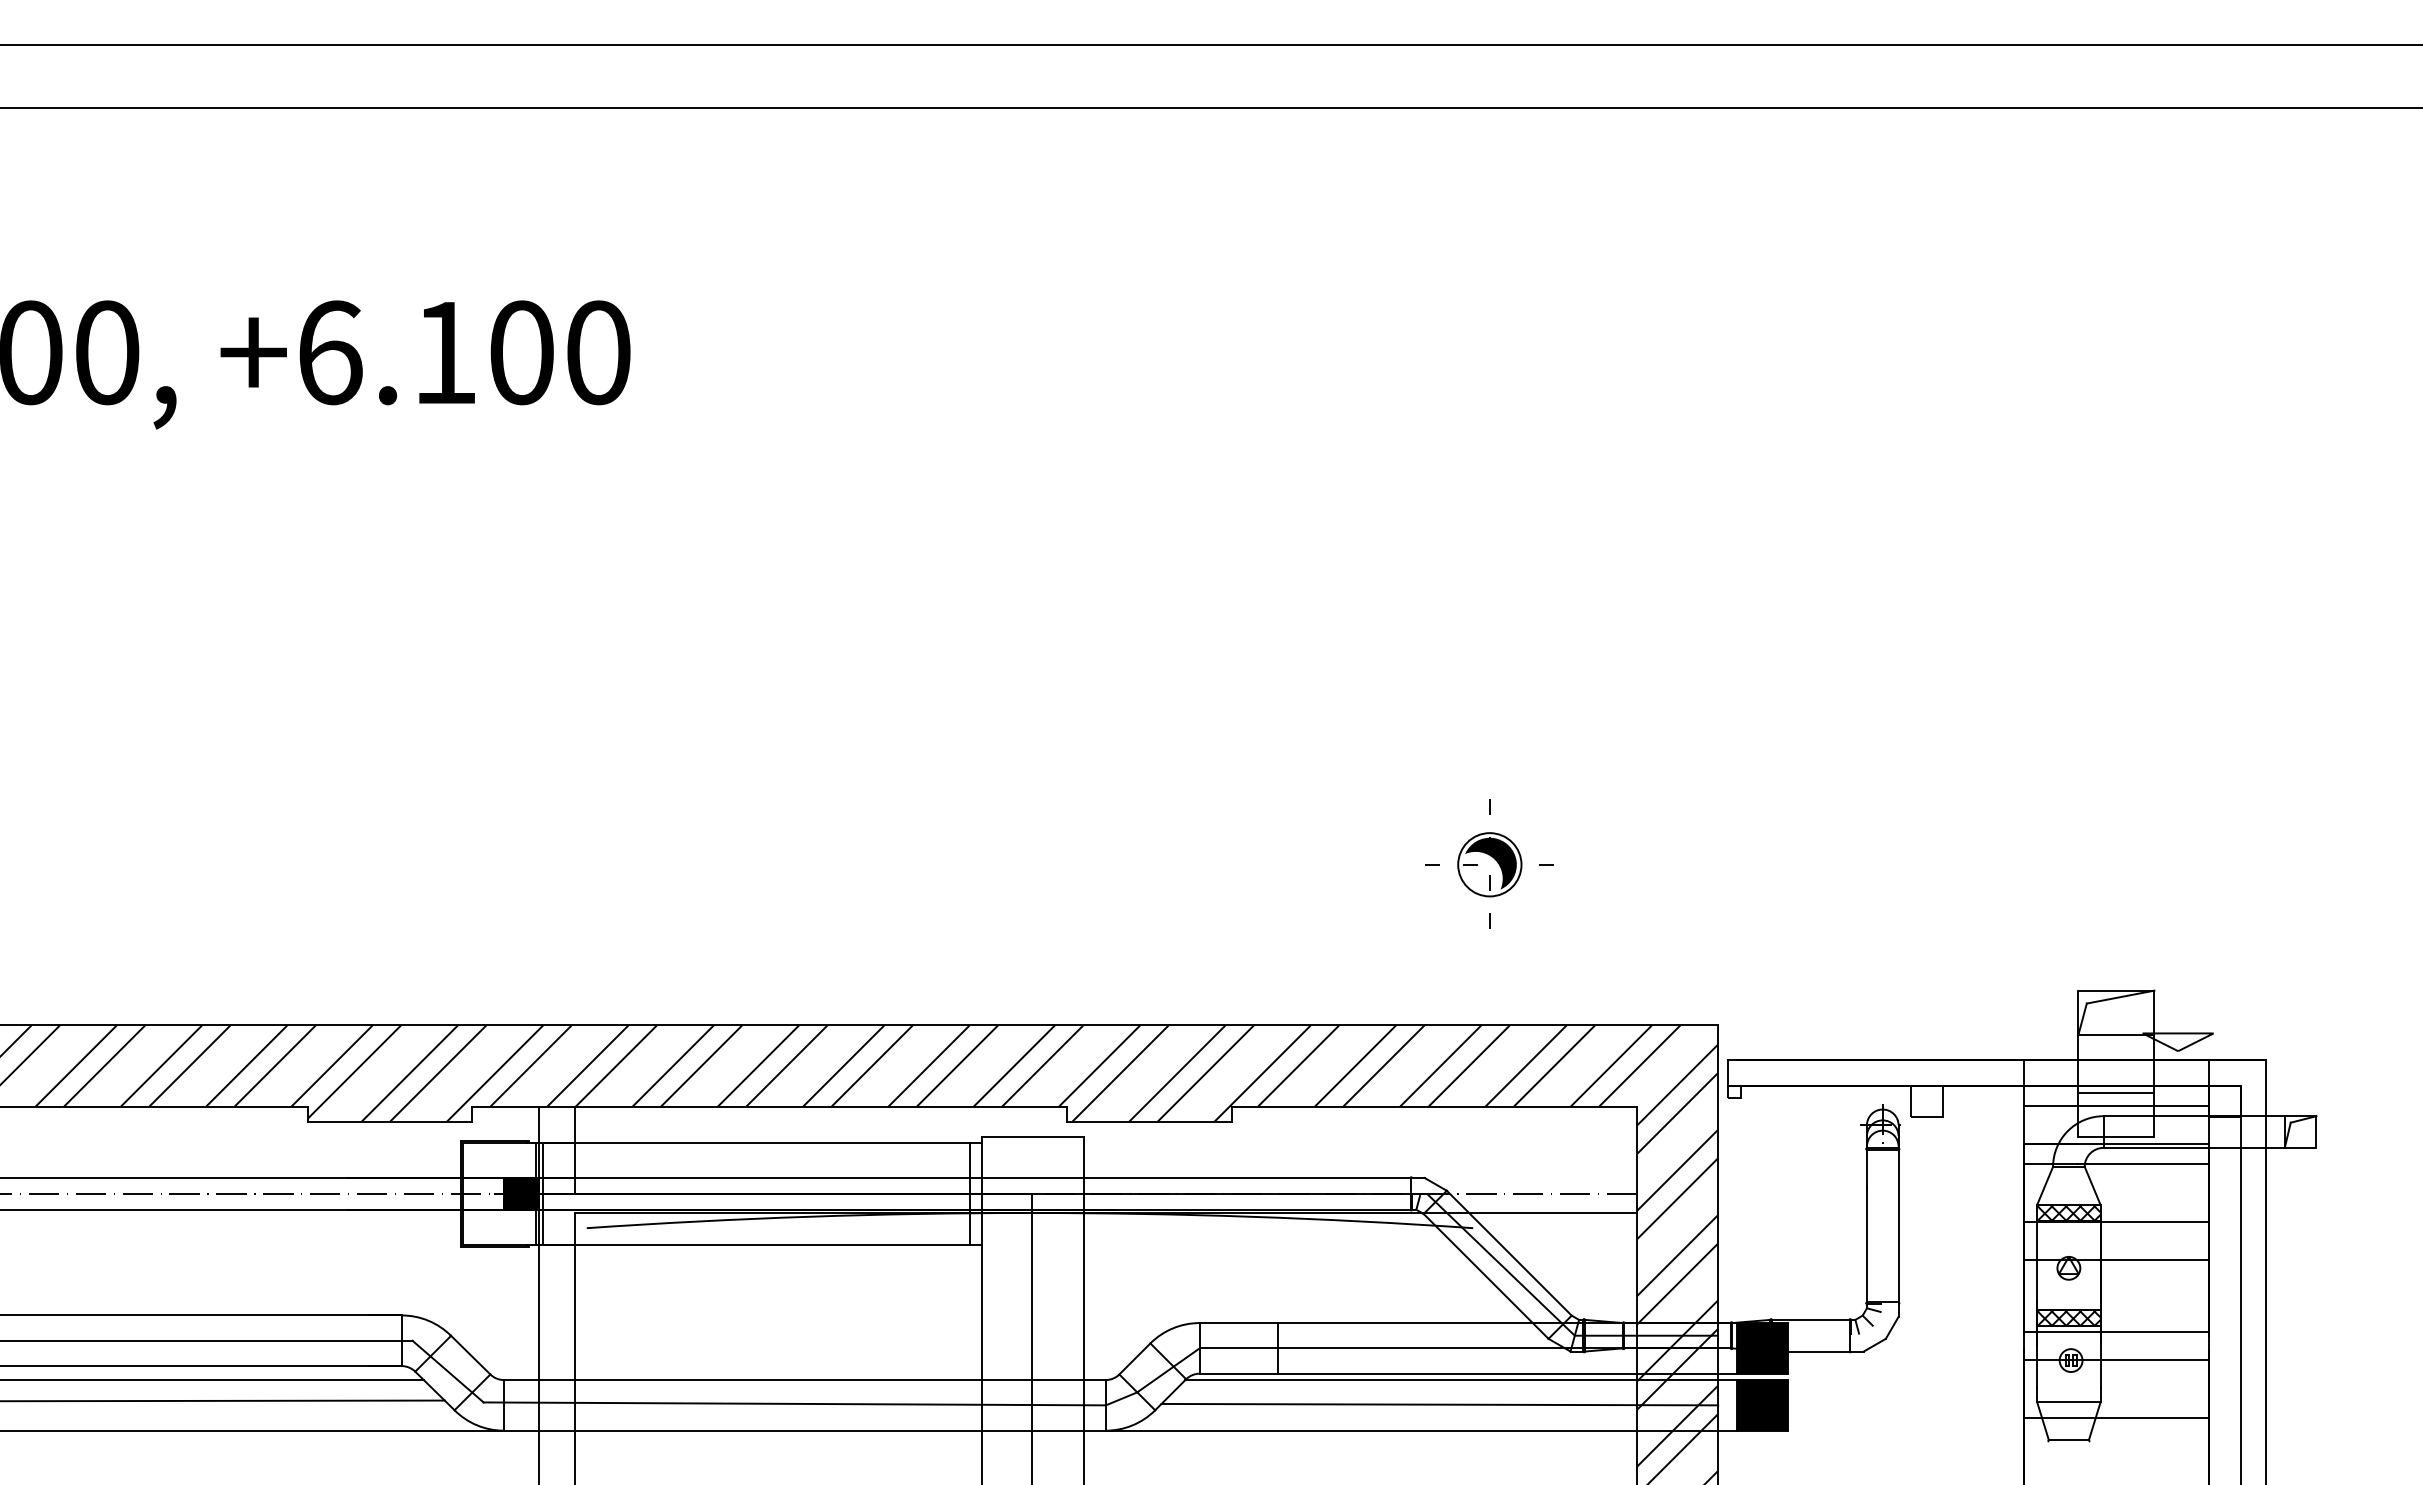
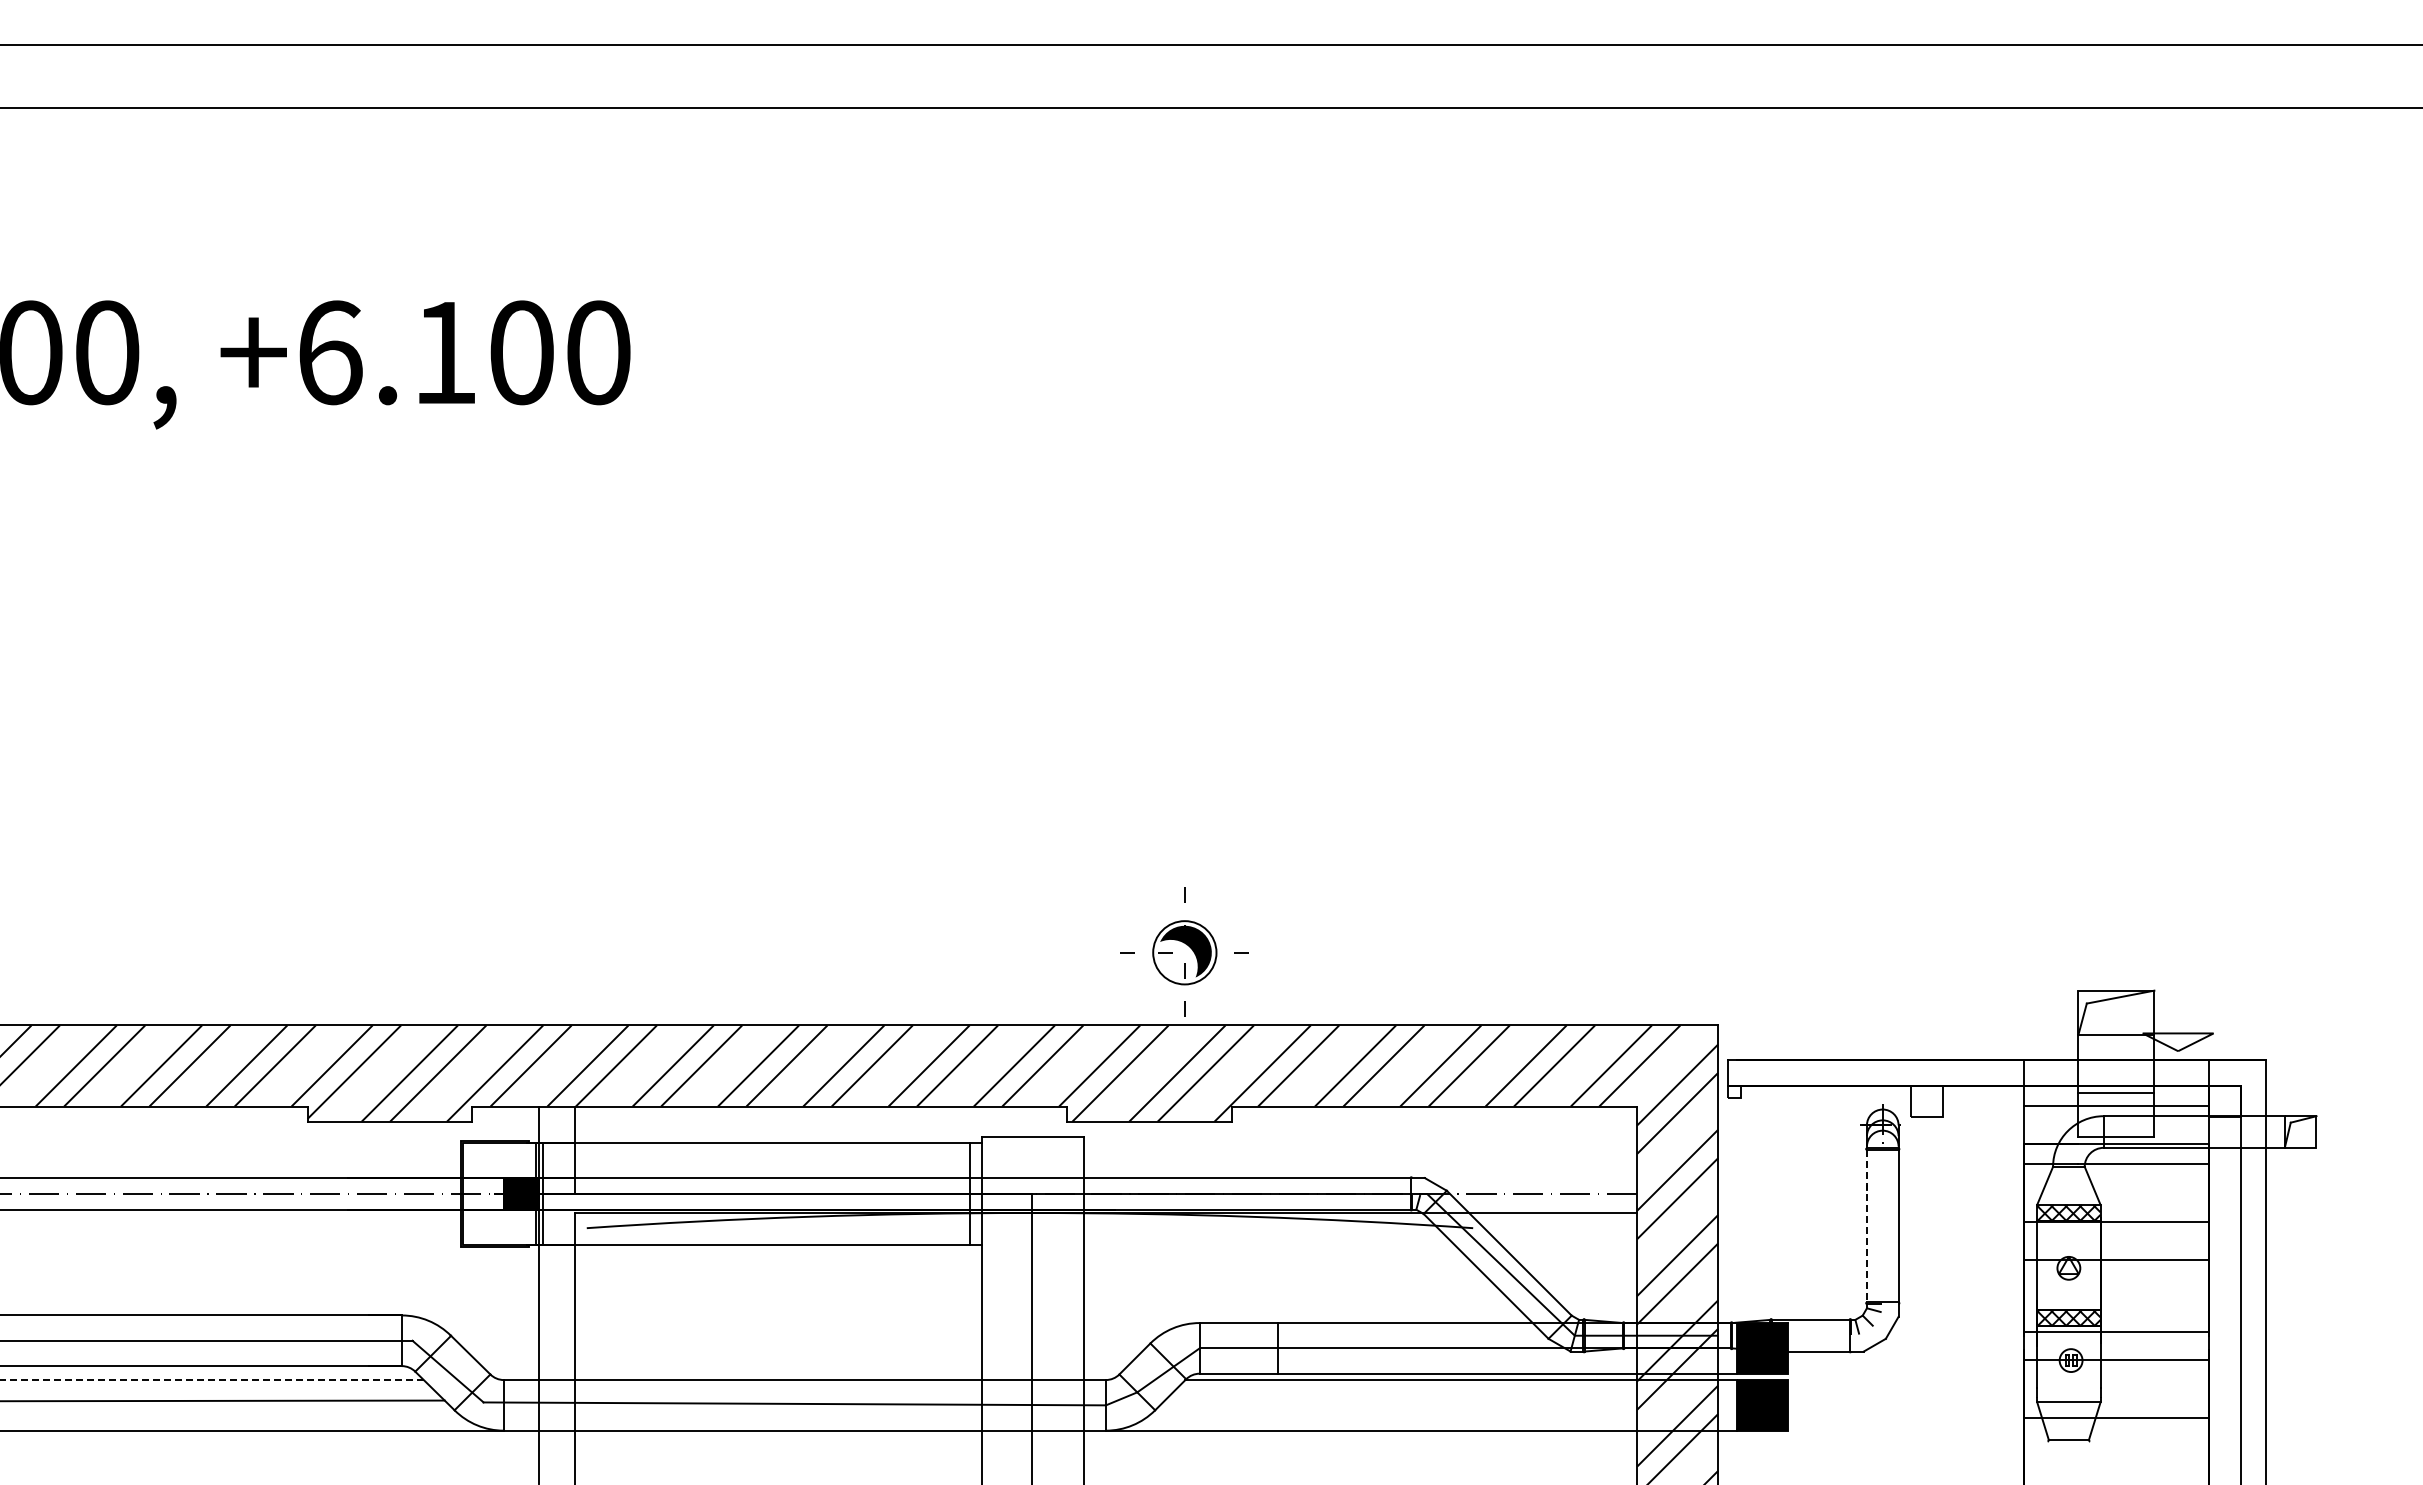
part at (1489, 863) position: (1489, 863) -> (1184, 951)
line at (1866, 1226): solid -> dashed
line at (211, 1380): solid -> dashed
line at (1439, 1404): present -> none
